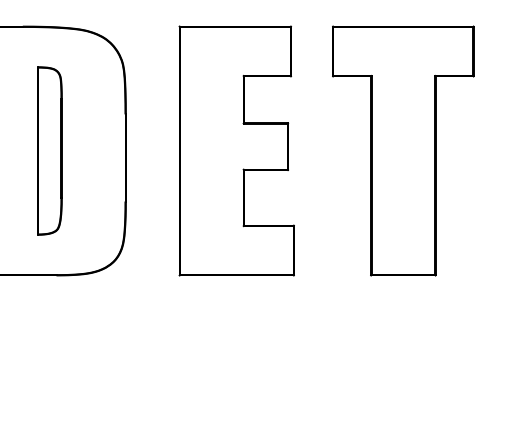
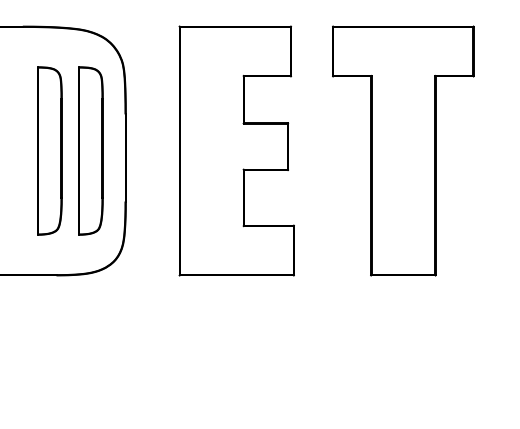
part at (90, 150): none -> present
